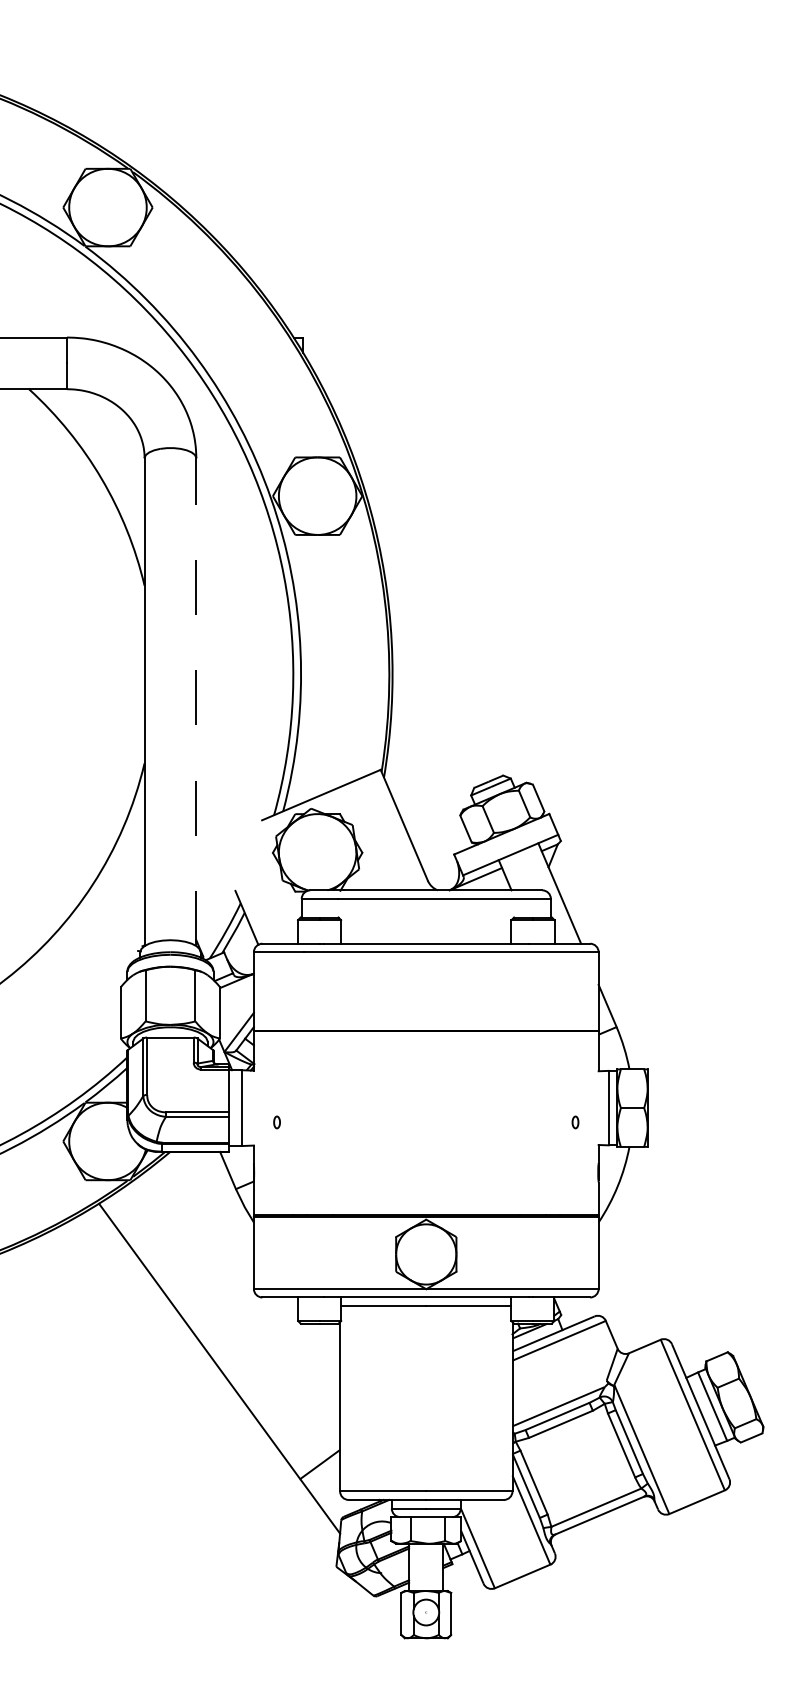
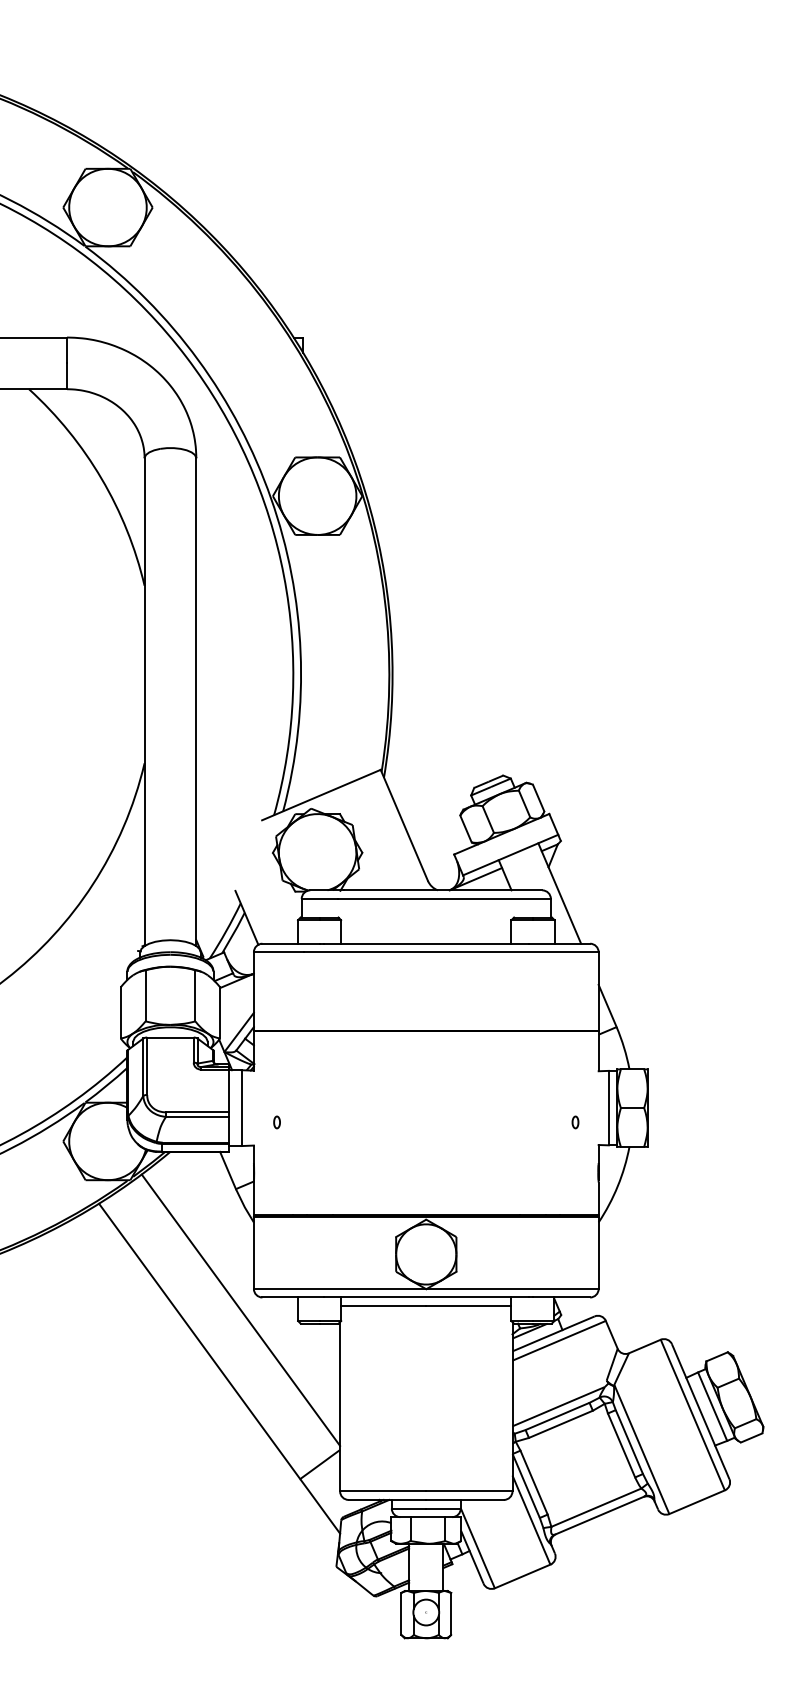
line at (196, 702): dashed -> solid
line at (240, 1309): none -> present
